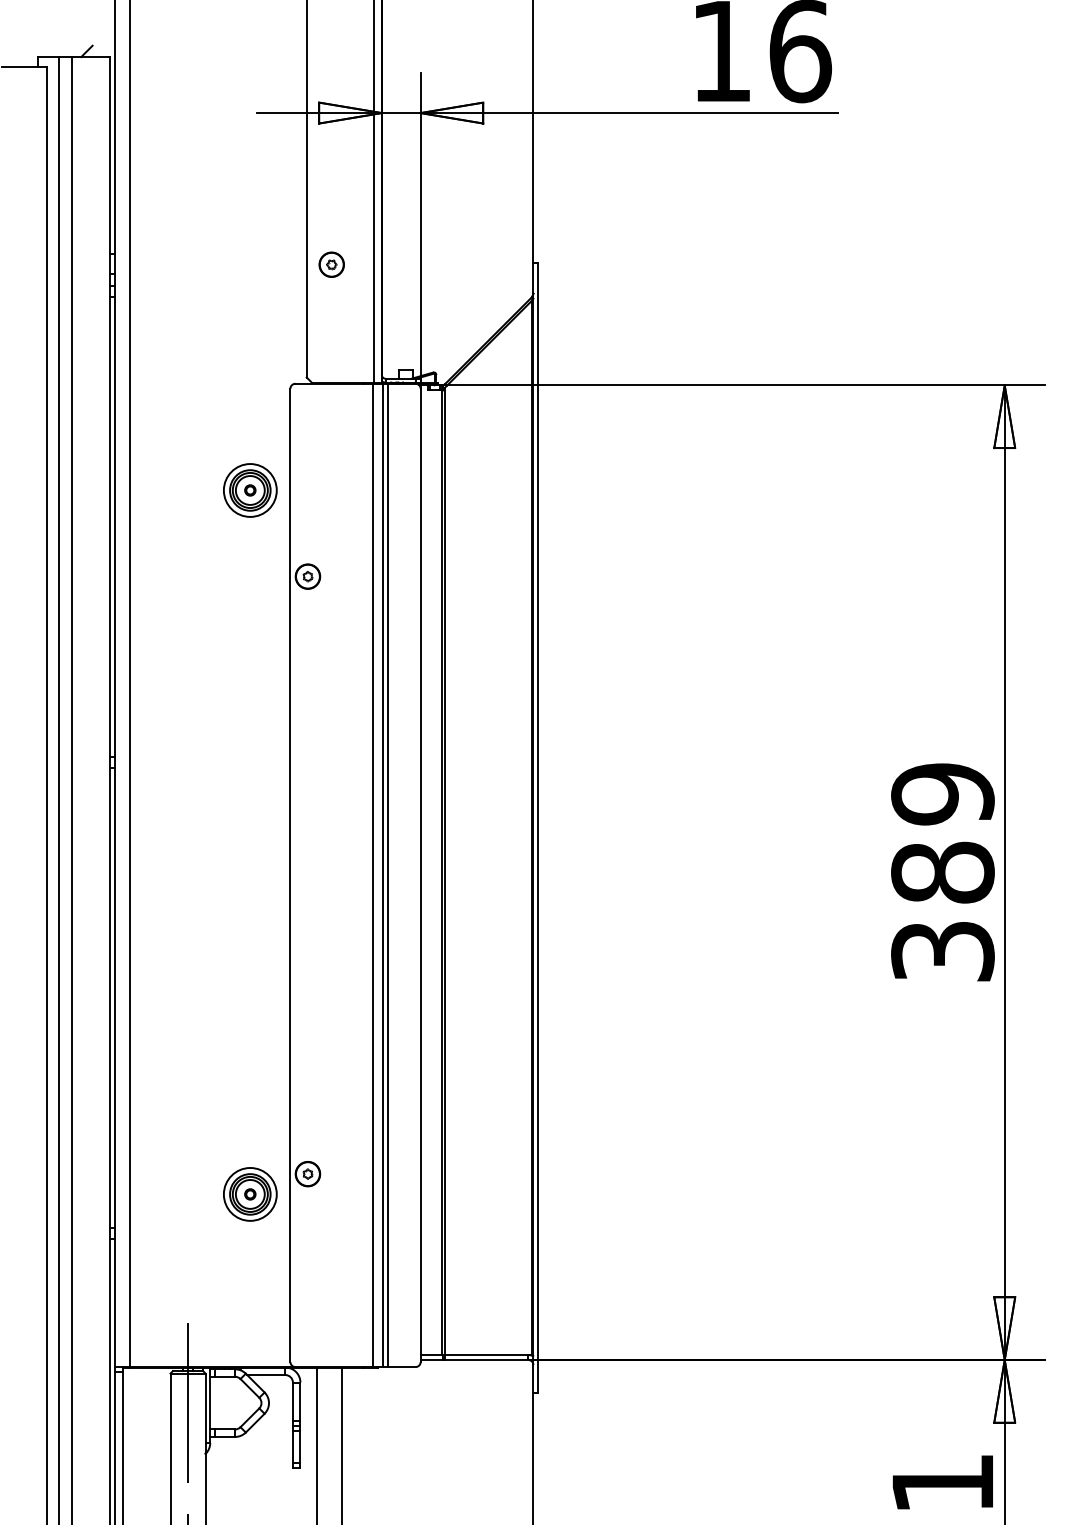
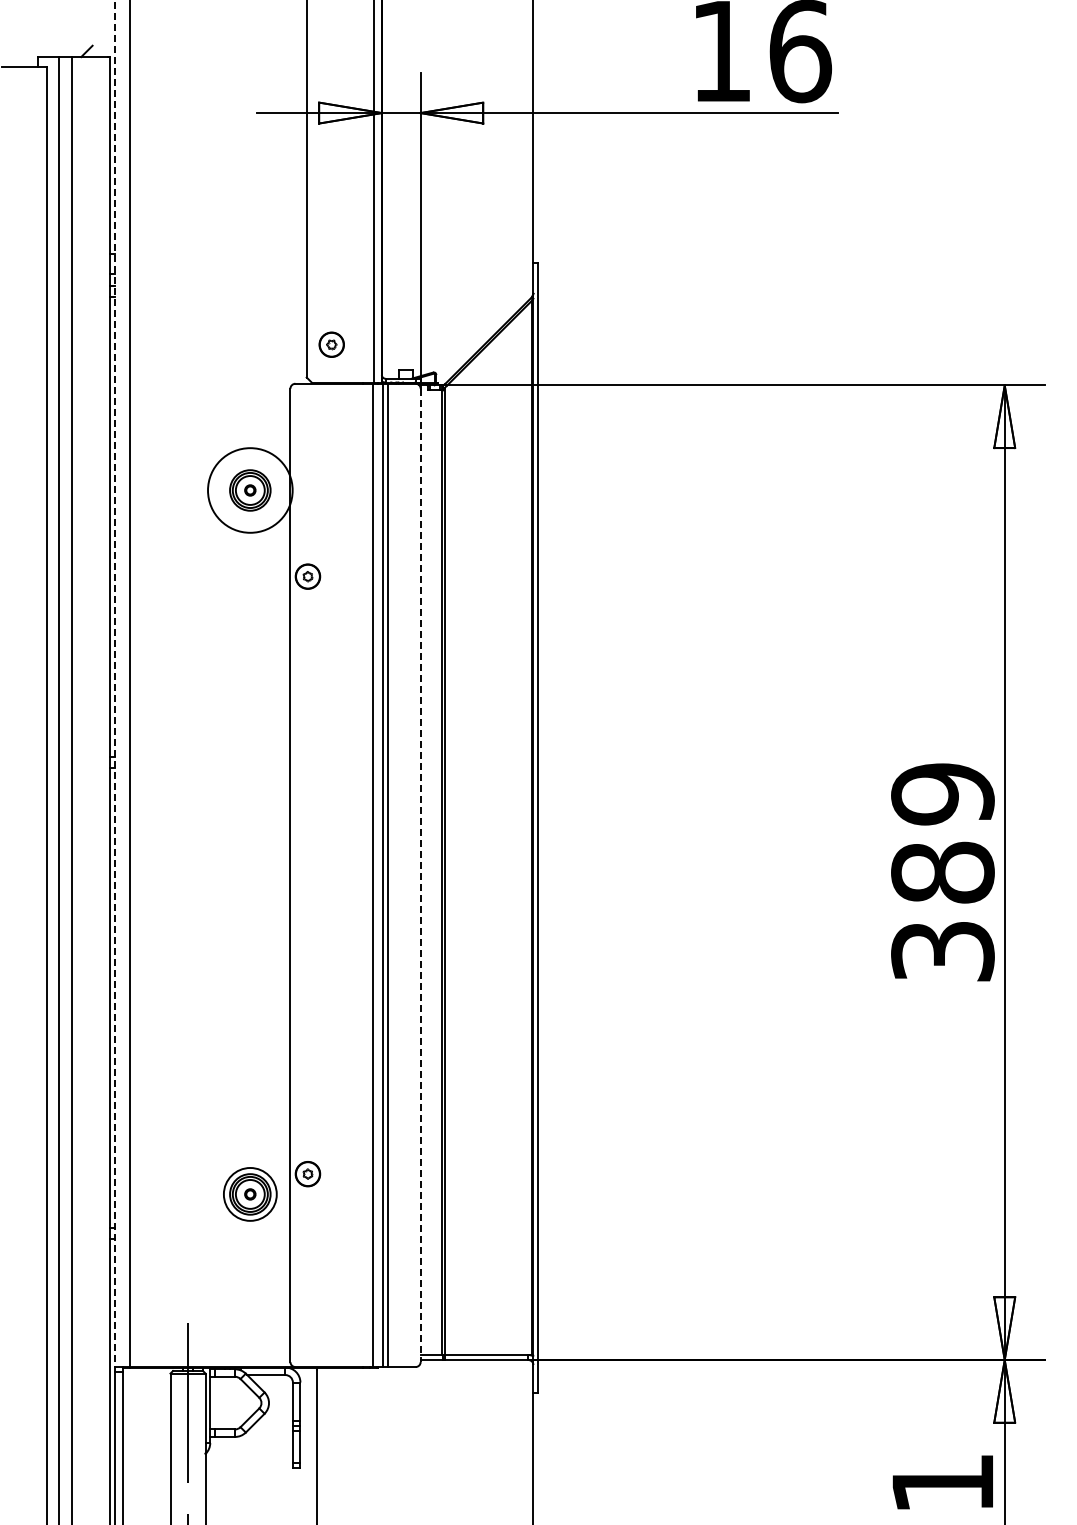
part at (331, 264) position: (331, 264) -> (331, 344)
circle at (249, 490) diameter: 53 px -> 85 px
line at (115, 683): solid -> dashed
line at (420, 875): solid -> dashed
line at (341, 1444): present -> none
